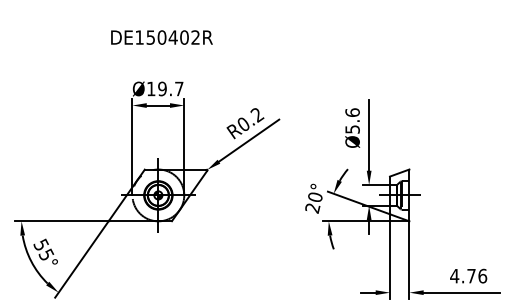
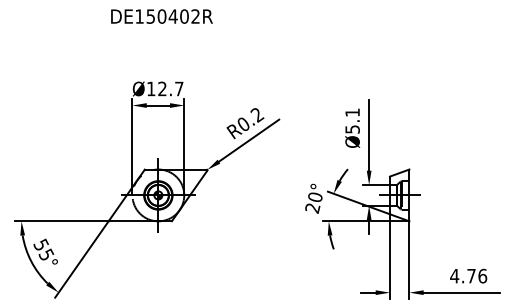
text at (161, 37) position: (161, 37) -> (161, 16)
text at (162, 88): Ø19.7 -> Ø12.7
text at (352, 112): Ø5.6 -> Ø5.1
